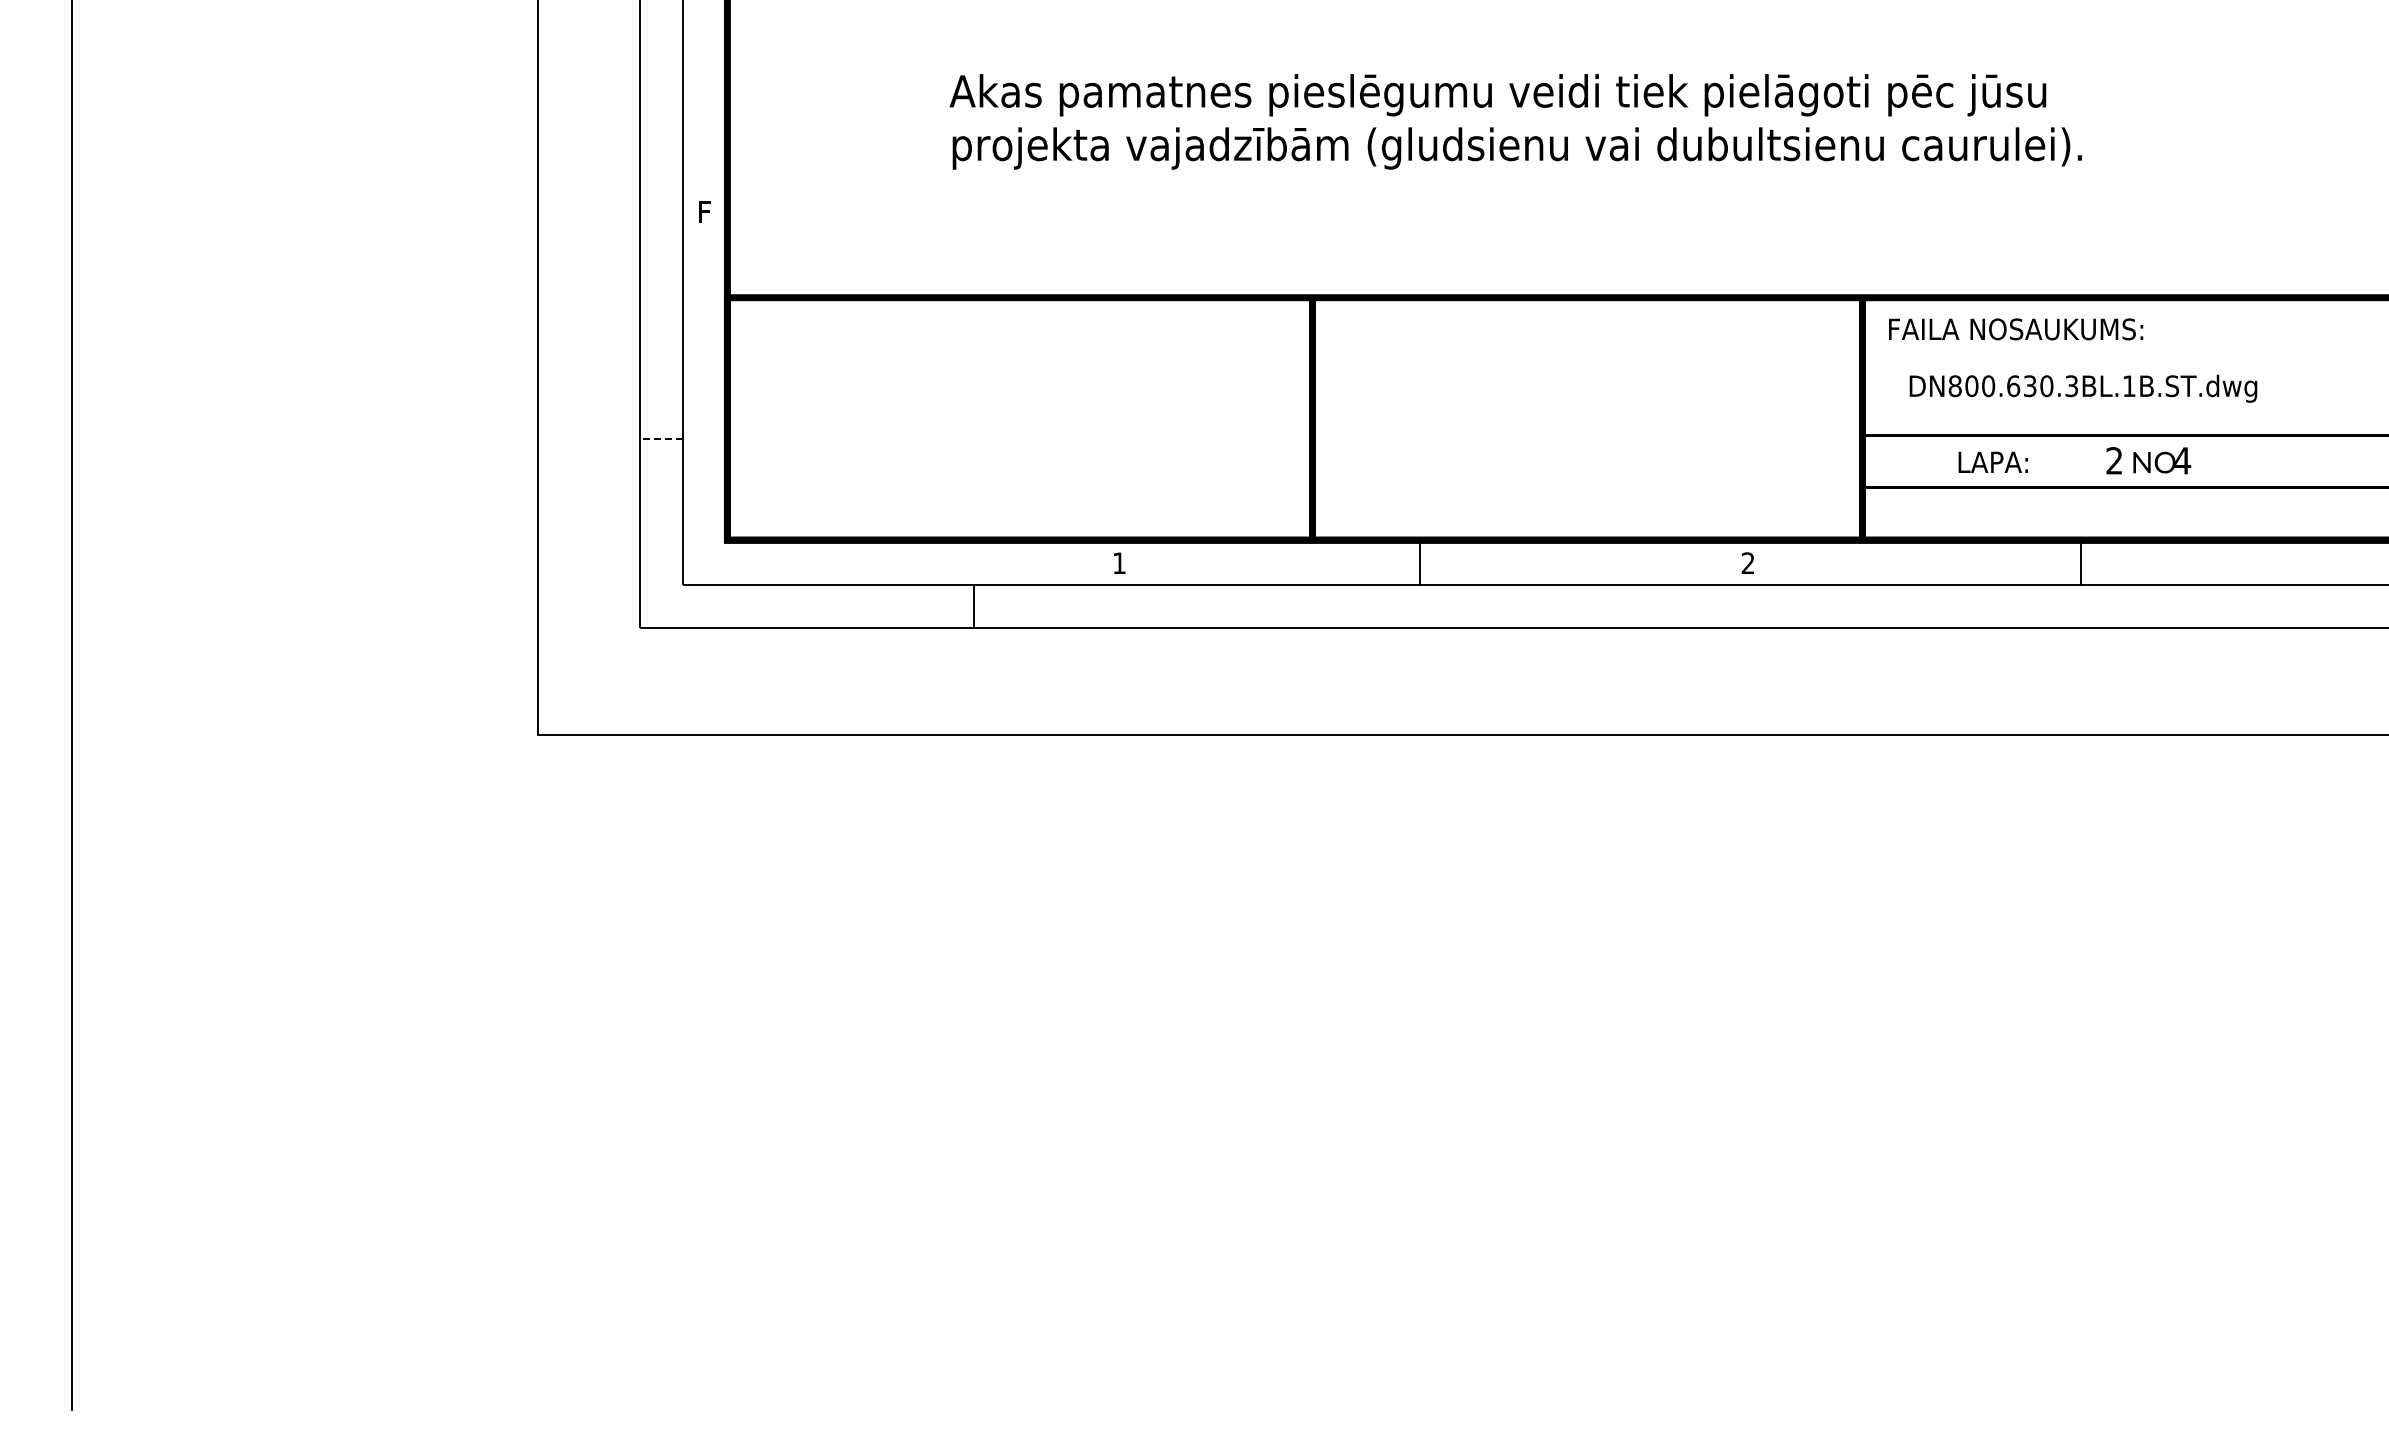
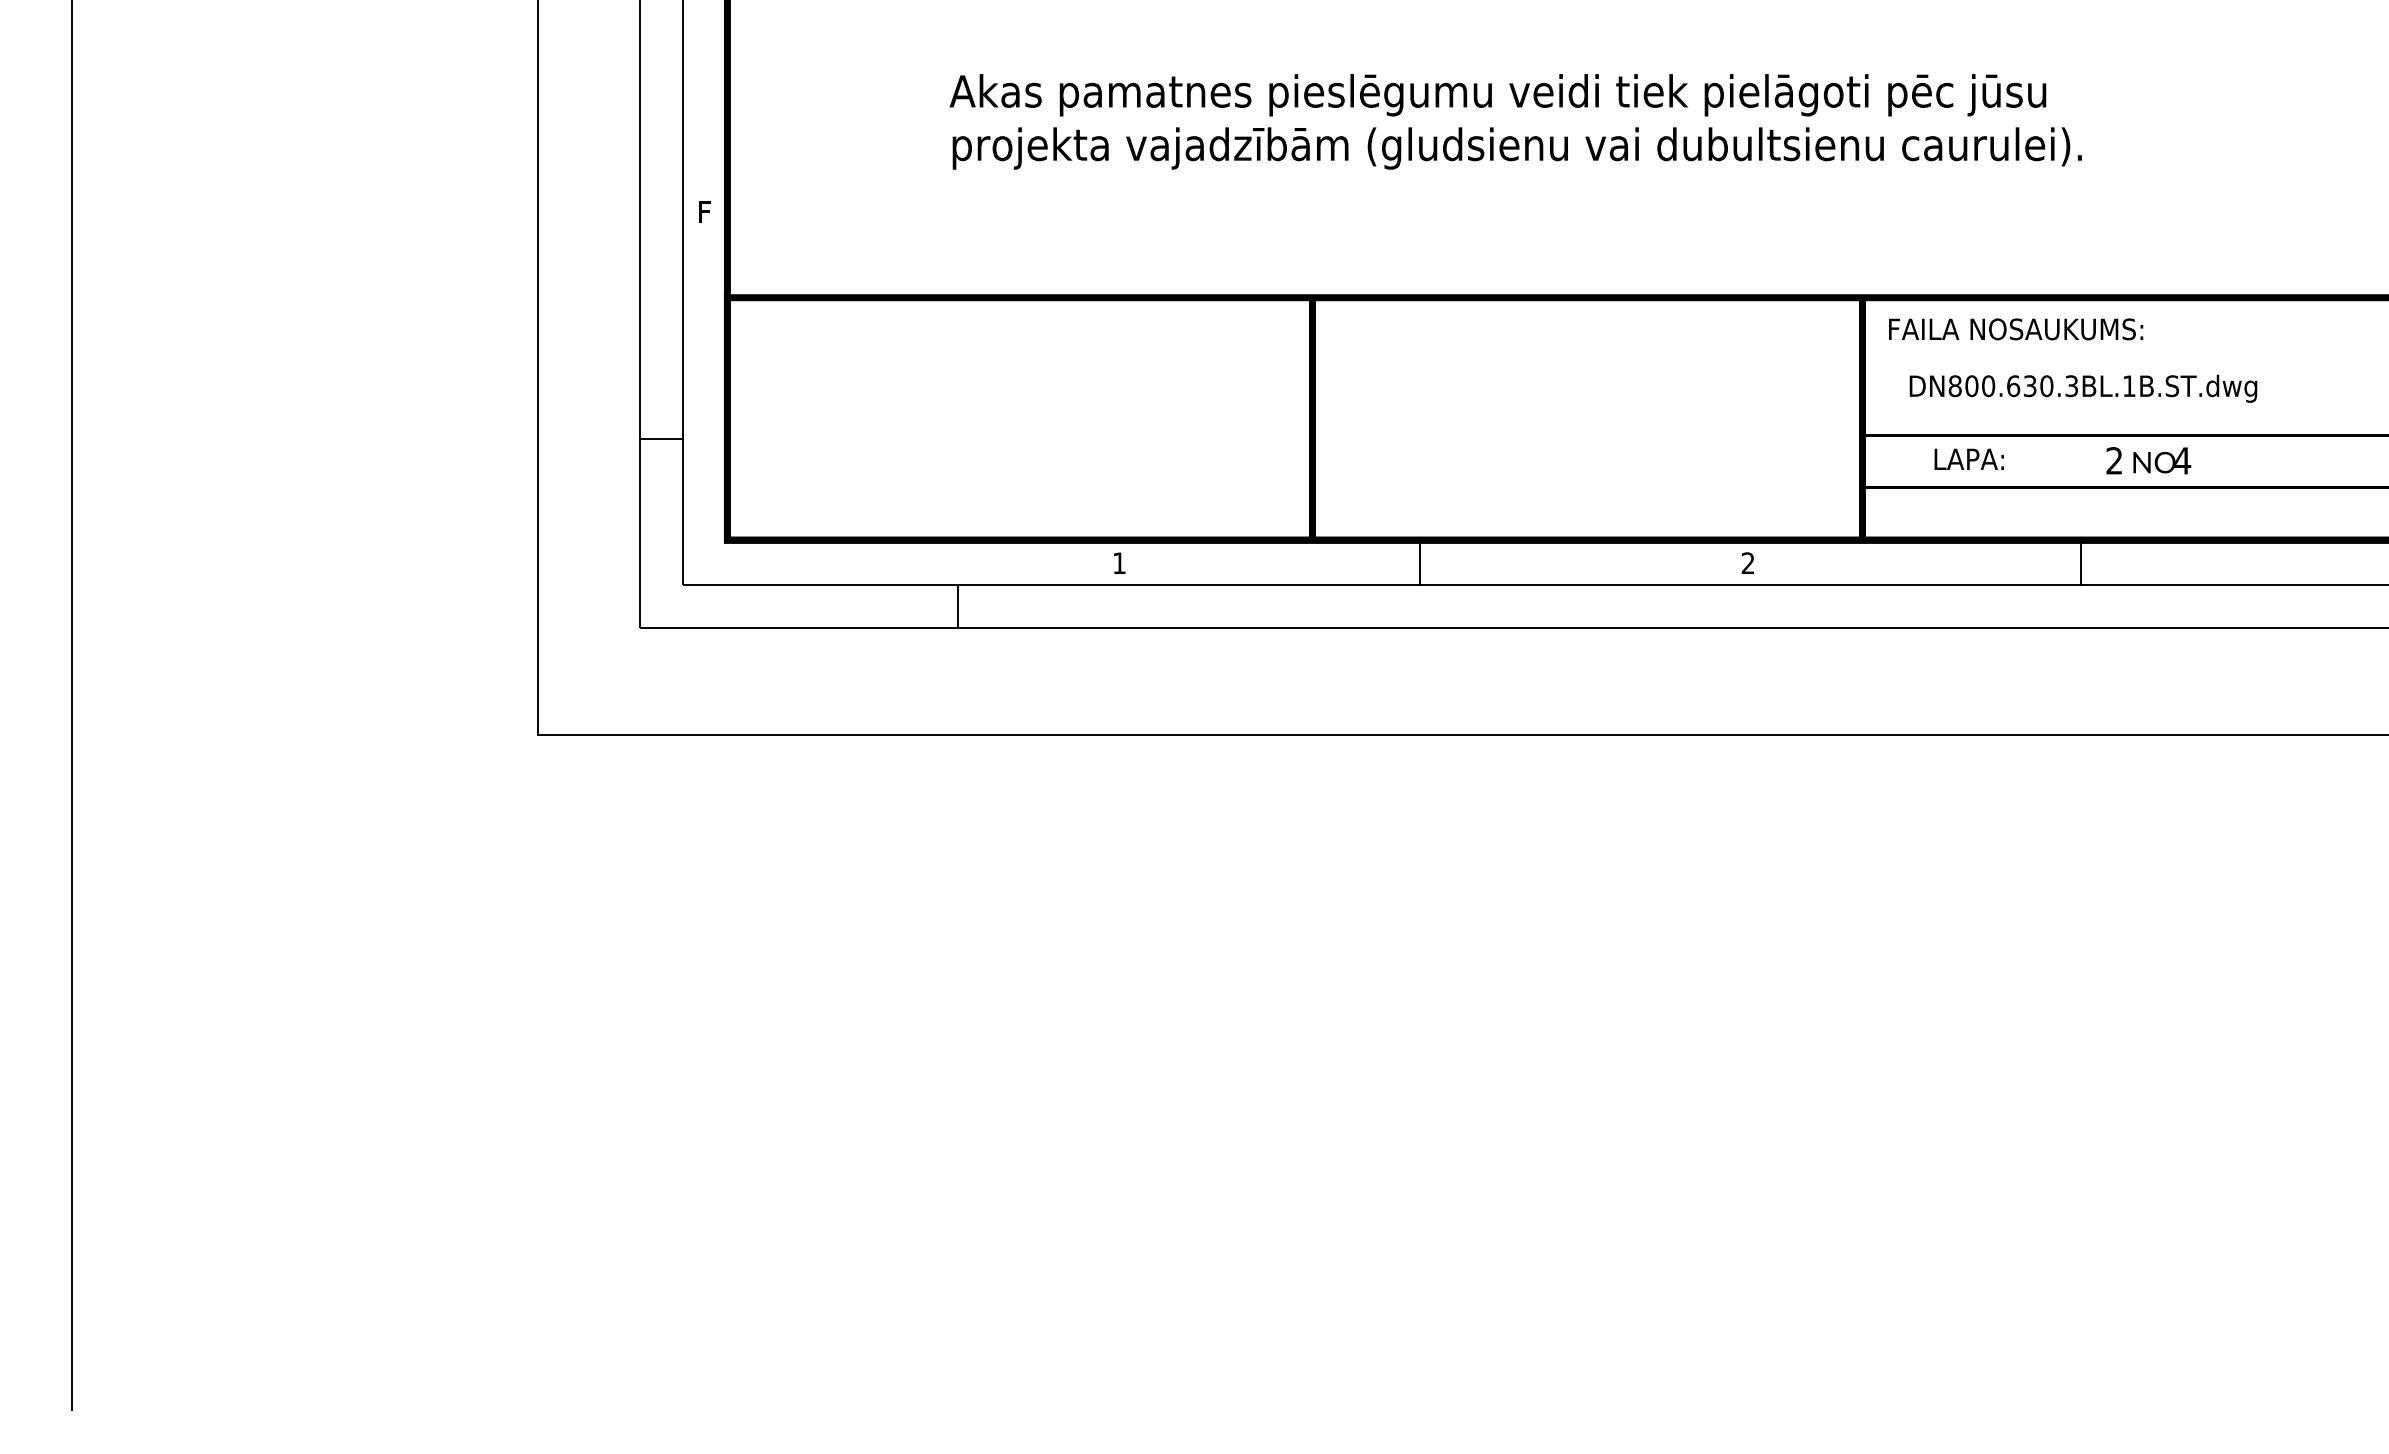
line at (660, 439): dashed -> solid
text at (1992, 461) position: (1992, 461) -> (1968, 458)
line at (974, 605) position: (974, 605) -> (958, 605)
